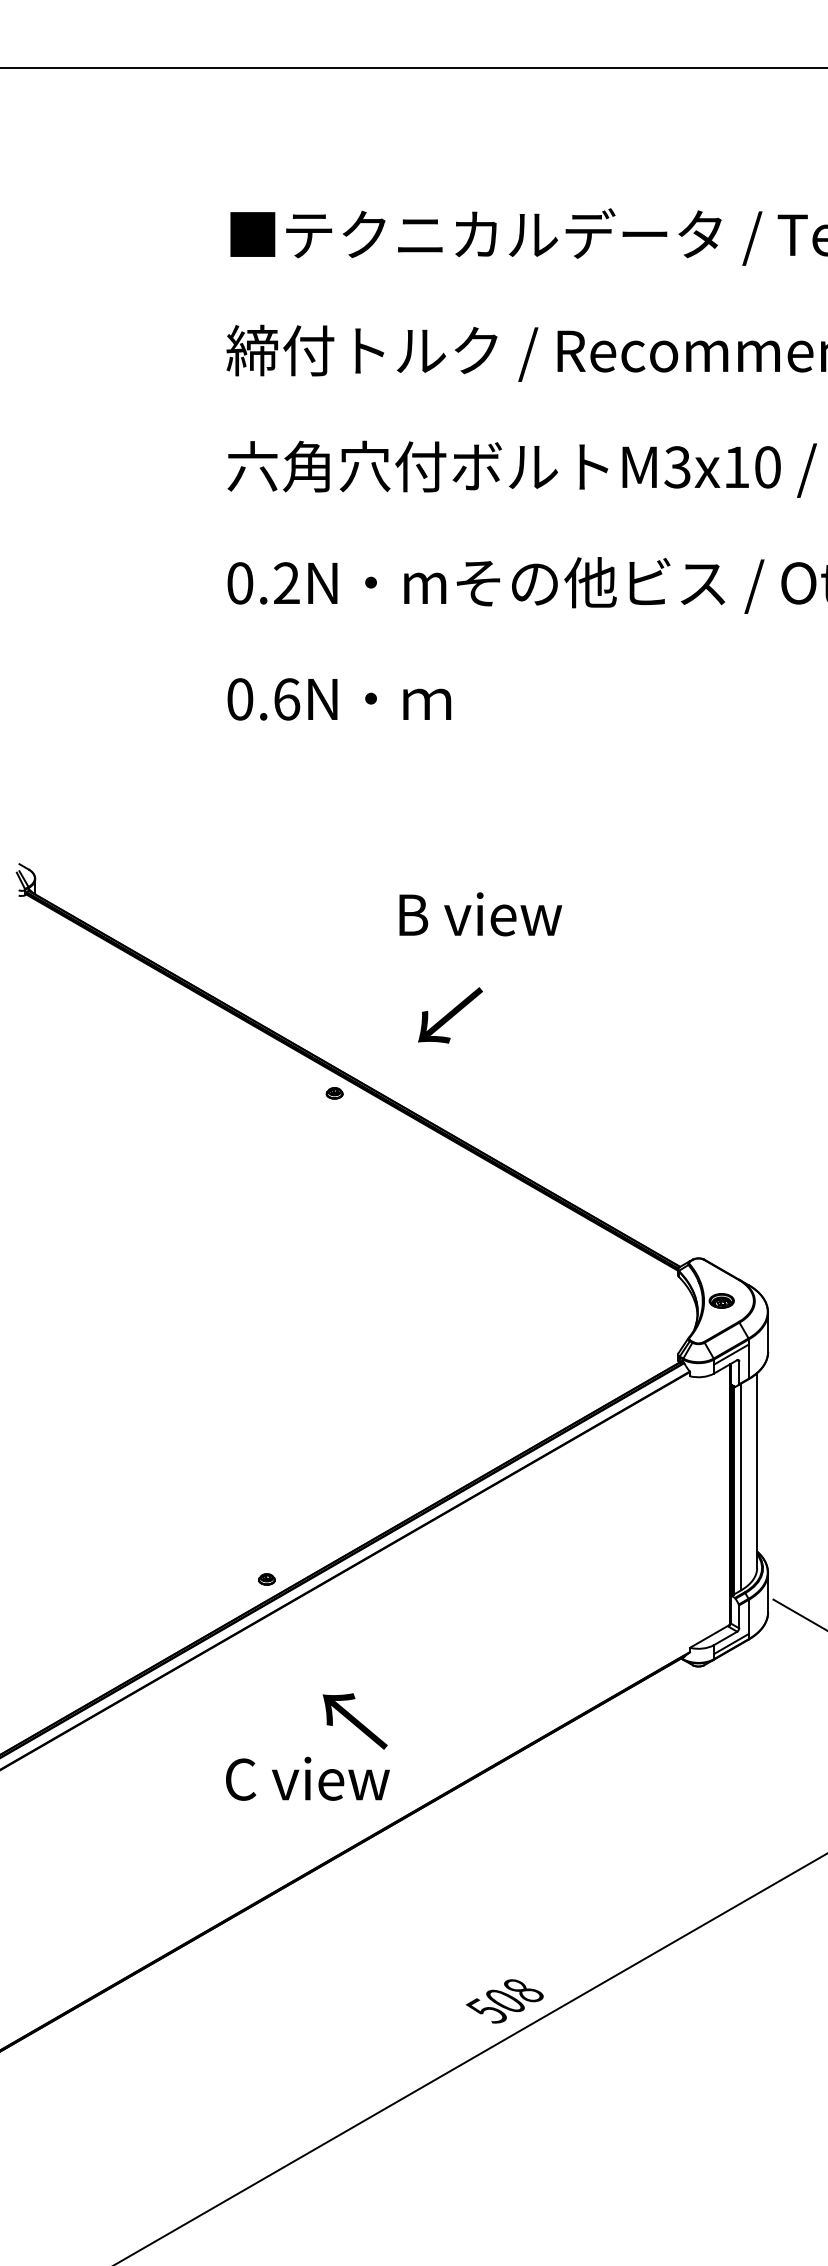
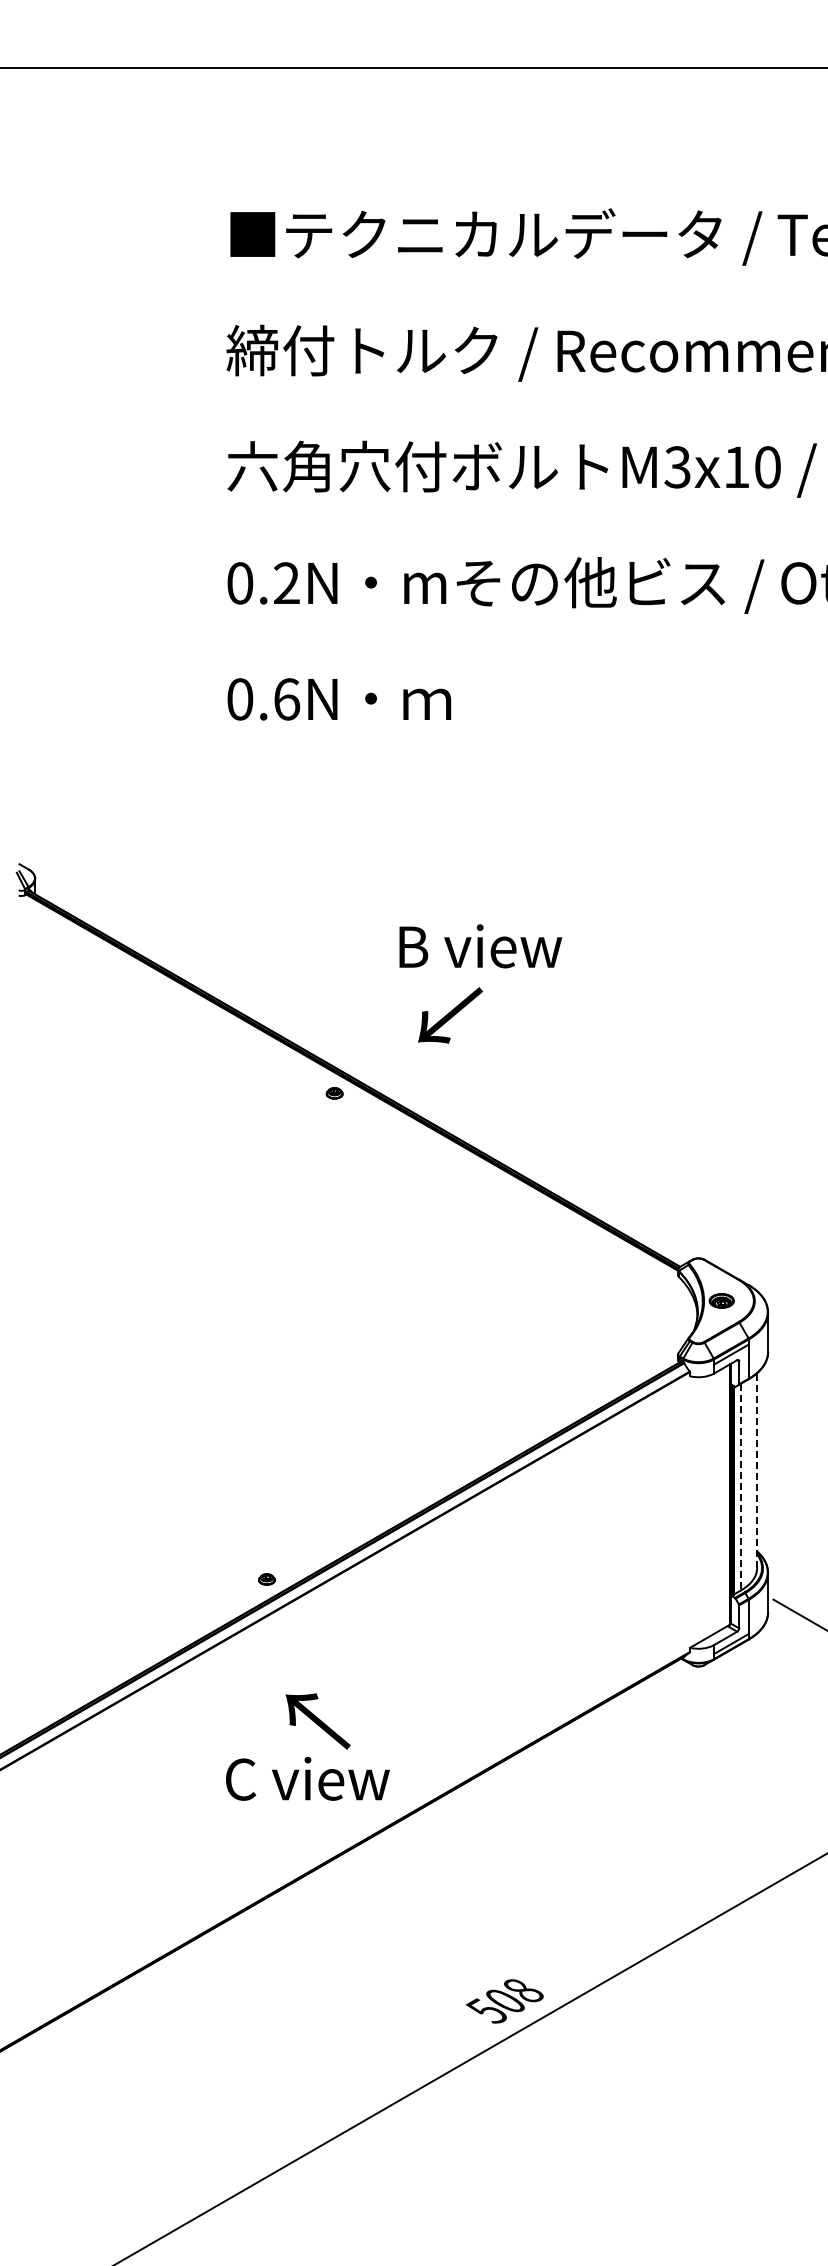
text at (480, 914) position: (480, 914) -> (480, 946)
line at (757, 1470): solid -> dashed
line at (741, 1487): solid -> dashed
text at (354, 1721) position: (354, 1721) -> (317, 1721)
